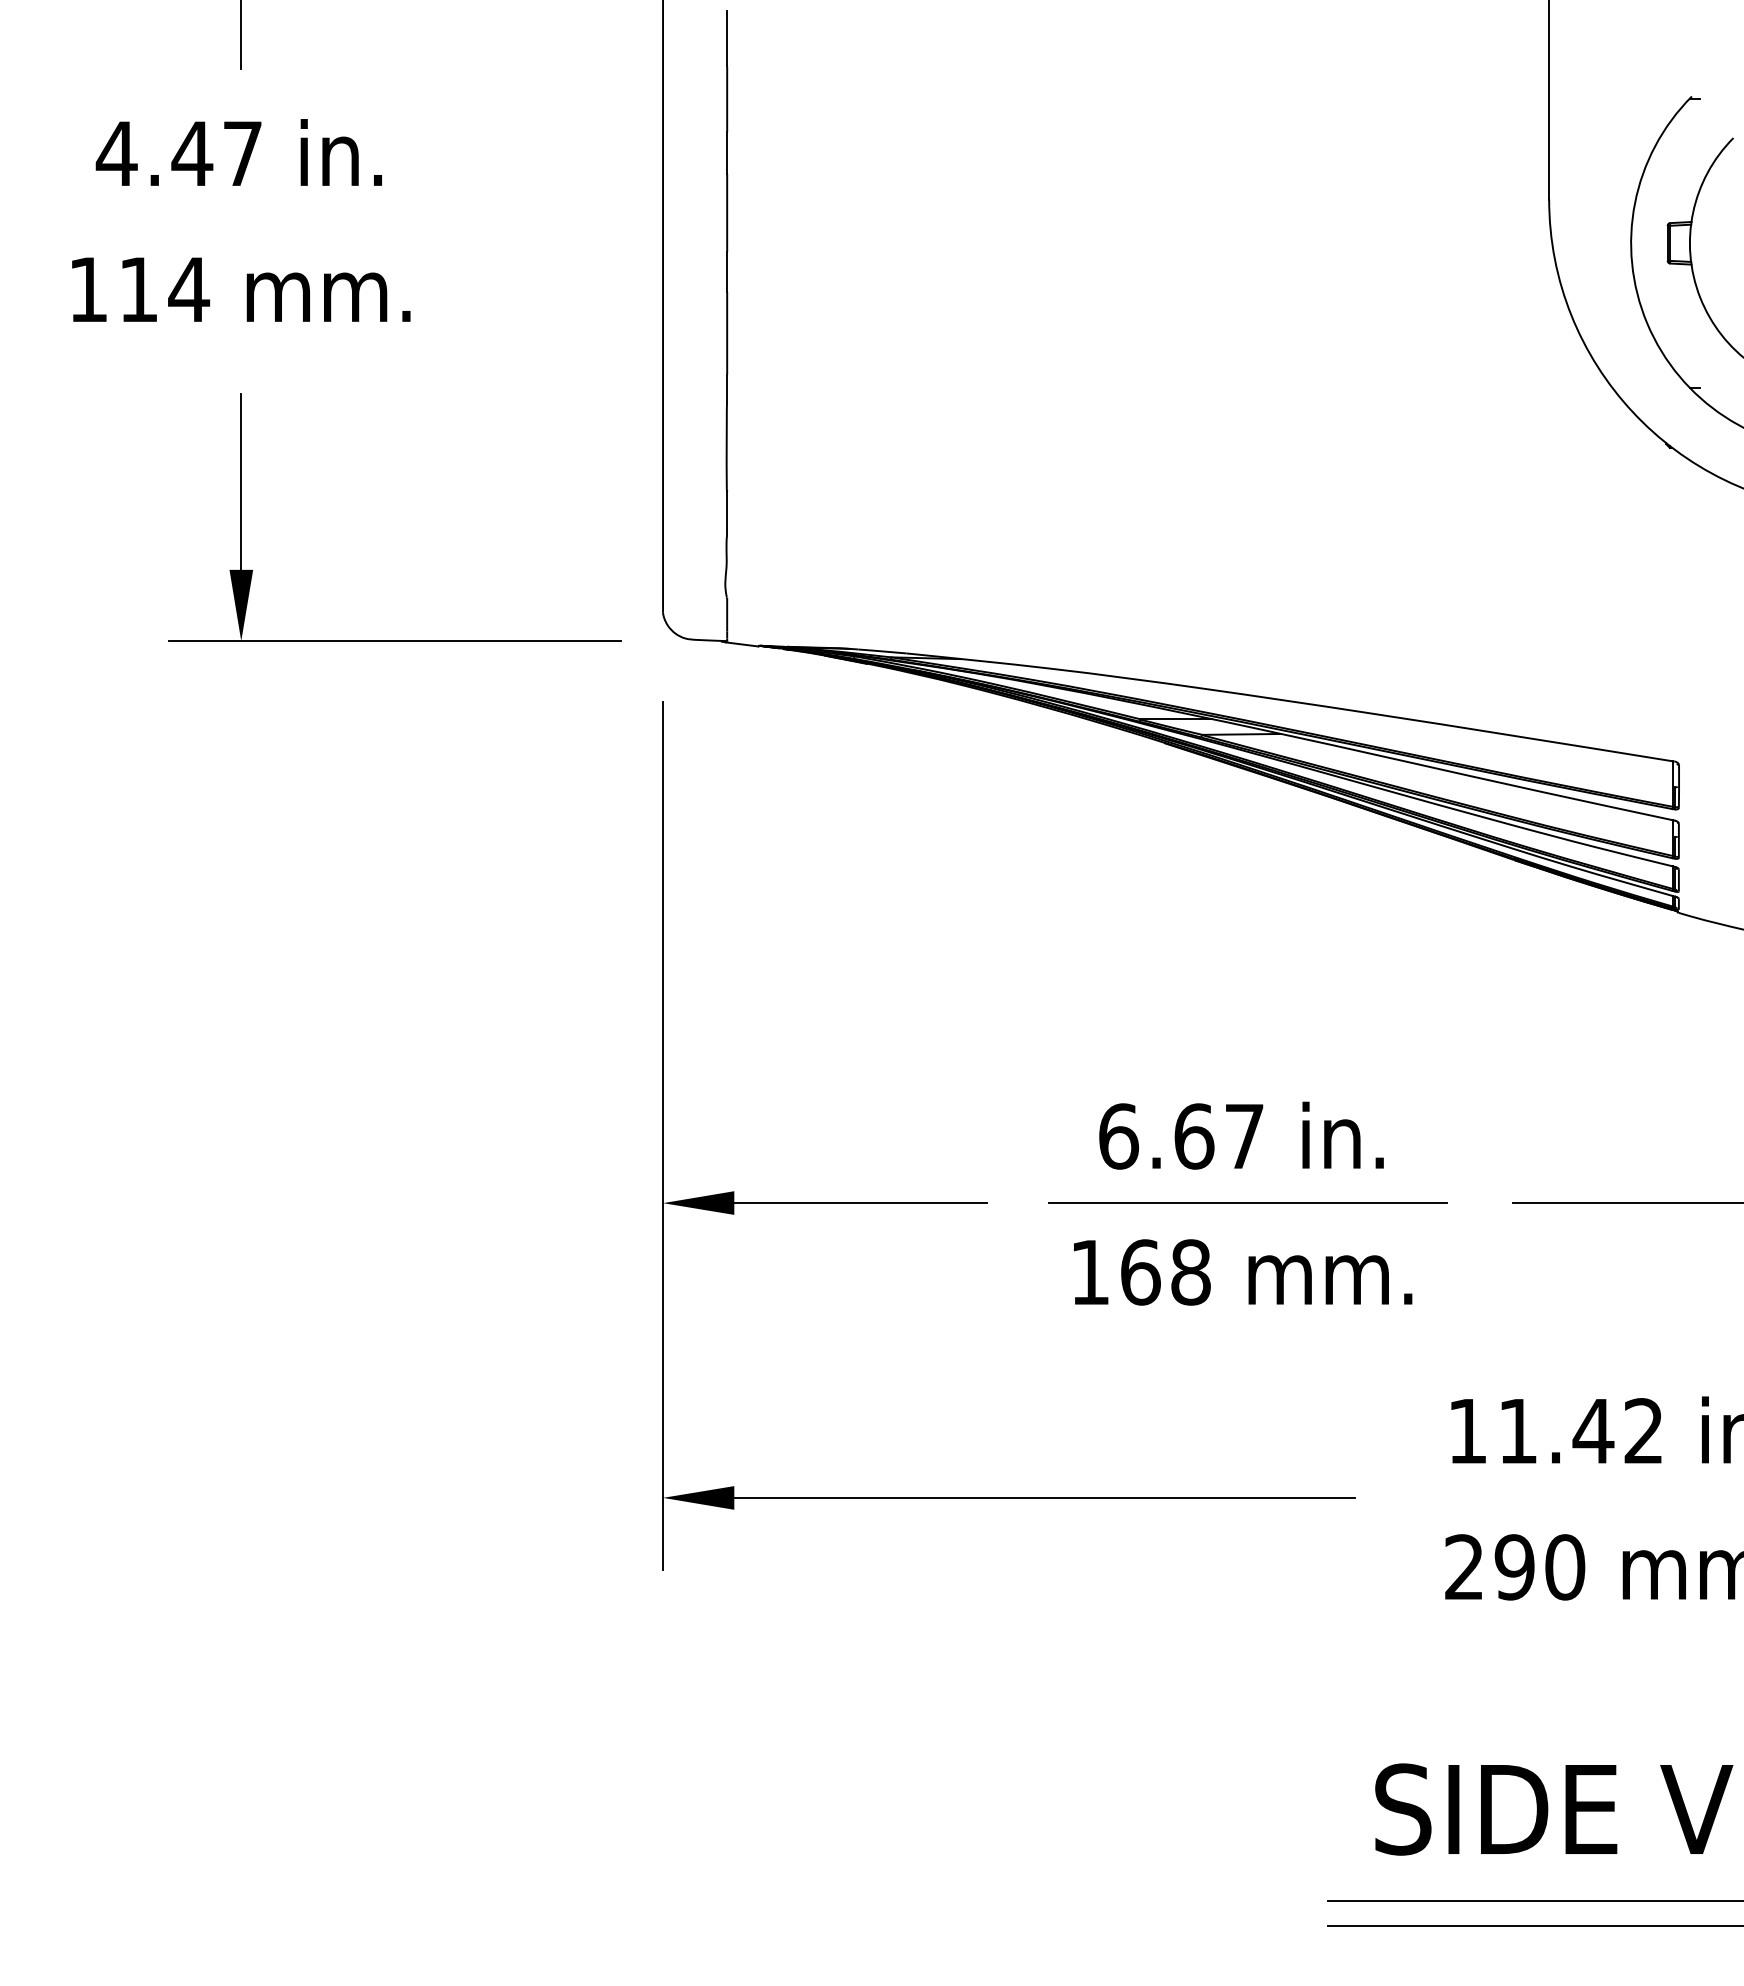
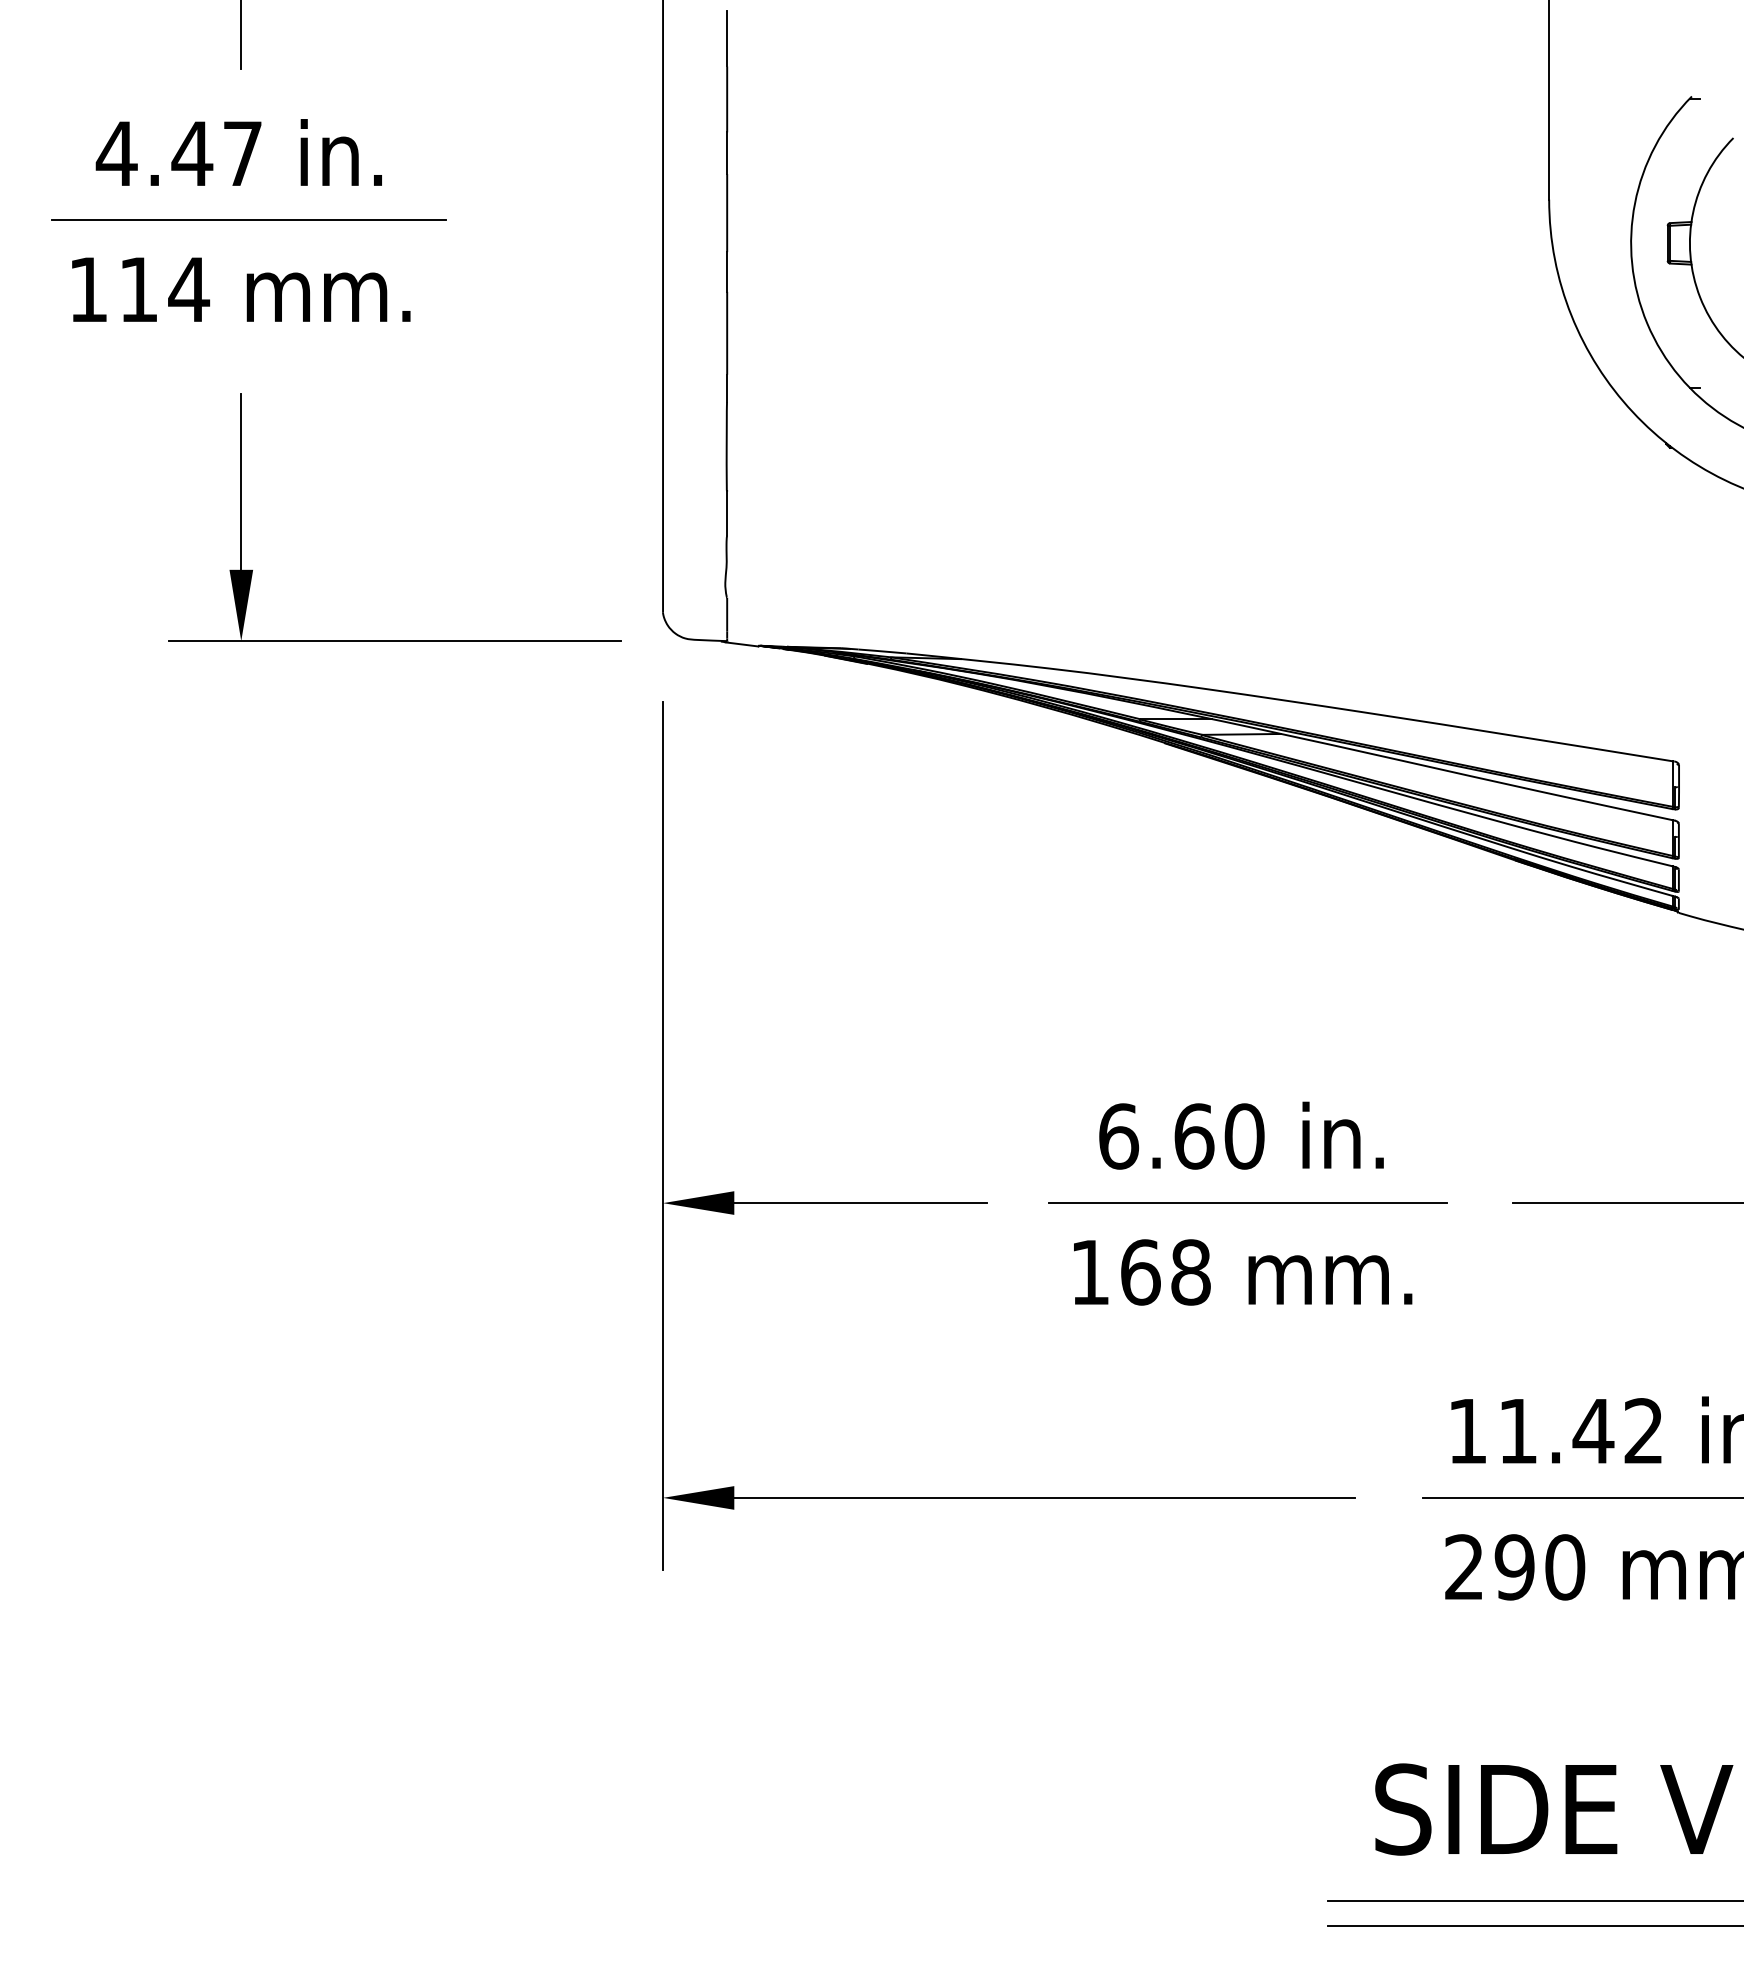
line at (248, 219): none -> present
text at (1244, 1136): 6.67 -> 6.60
line at (1581, 1497): none -> present
